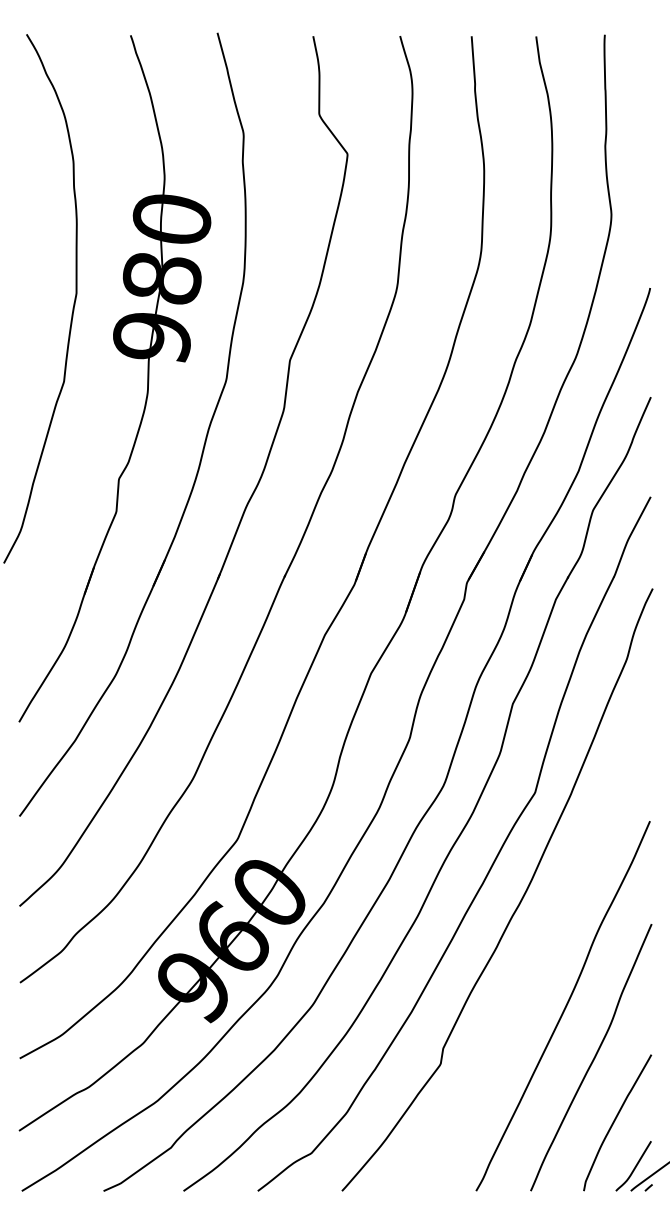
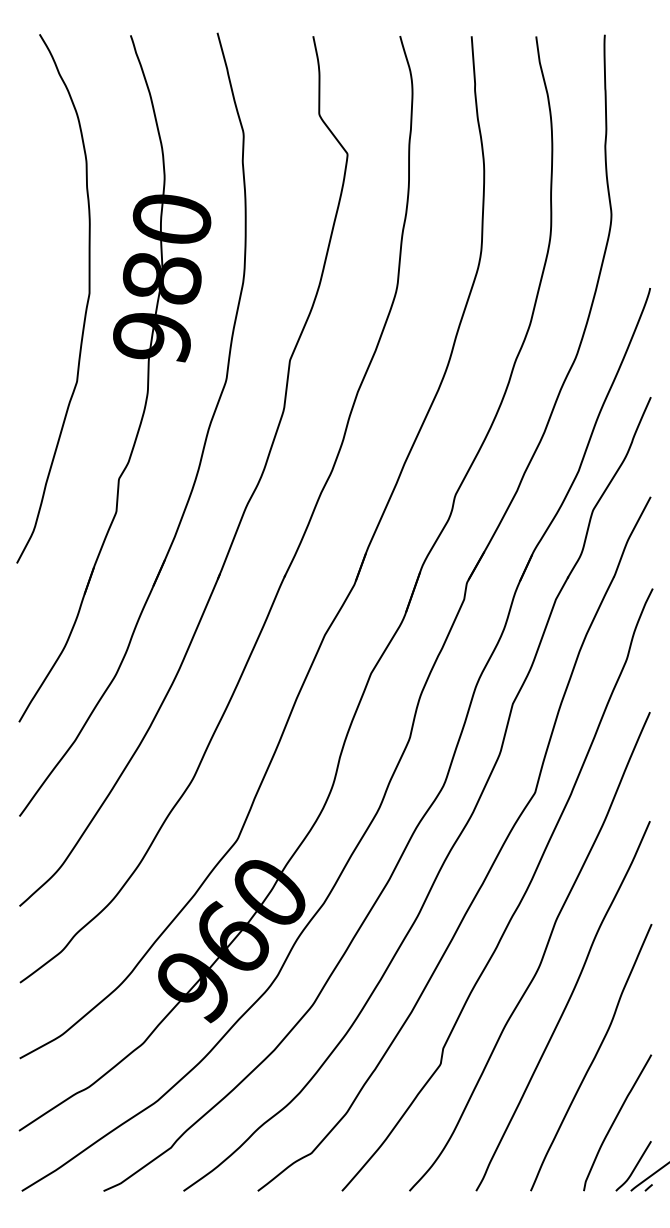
curve at (73, 302) position: (73, 302) -> (86, 302)
curve at (541, 957): none -> present
